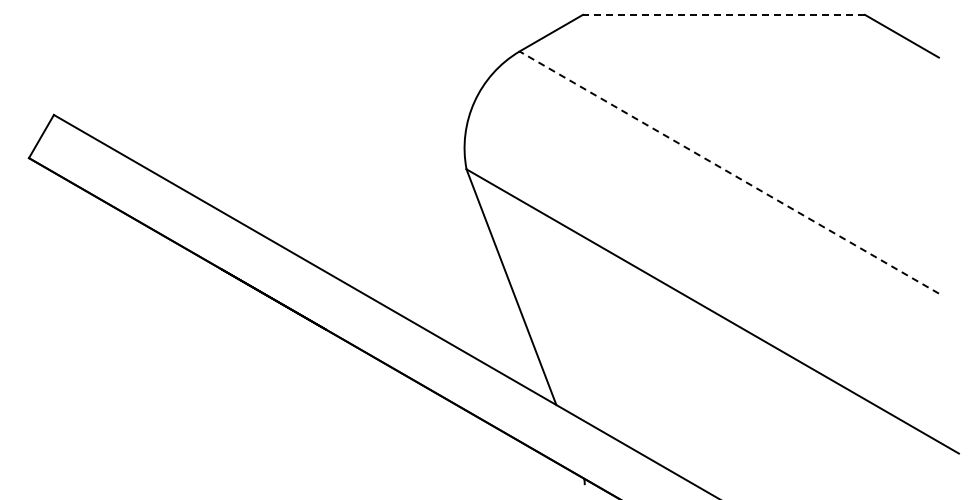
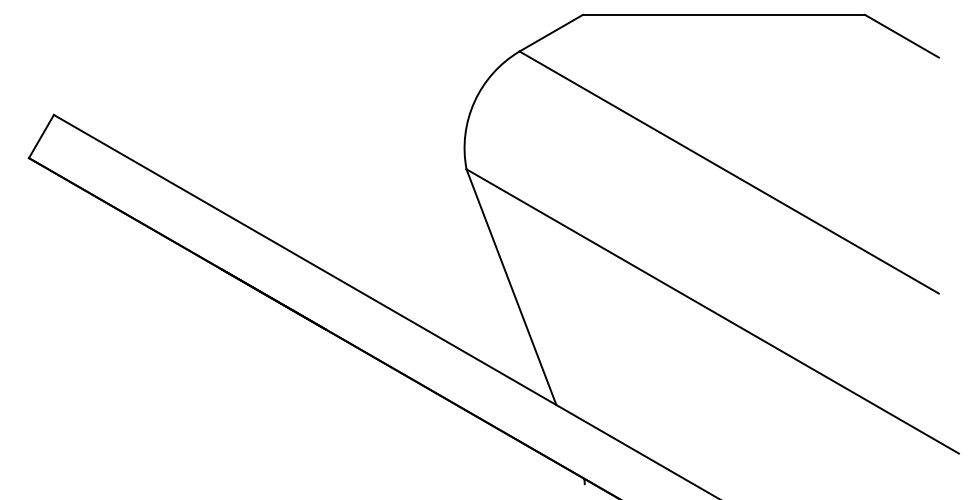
line at (723, 14): dashed -> solid
line at (728, 172): dashed -> solid
